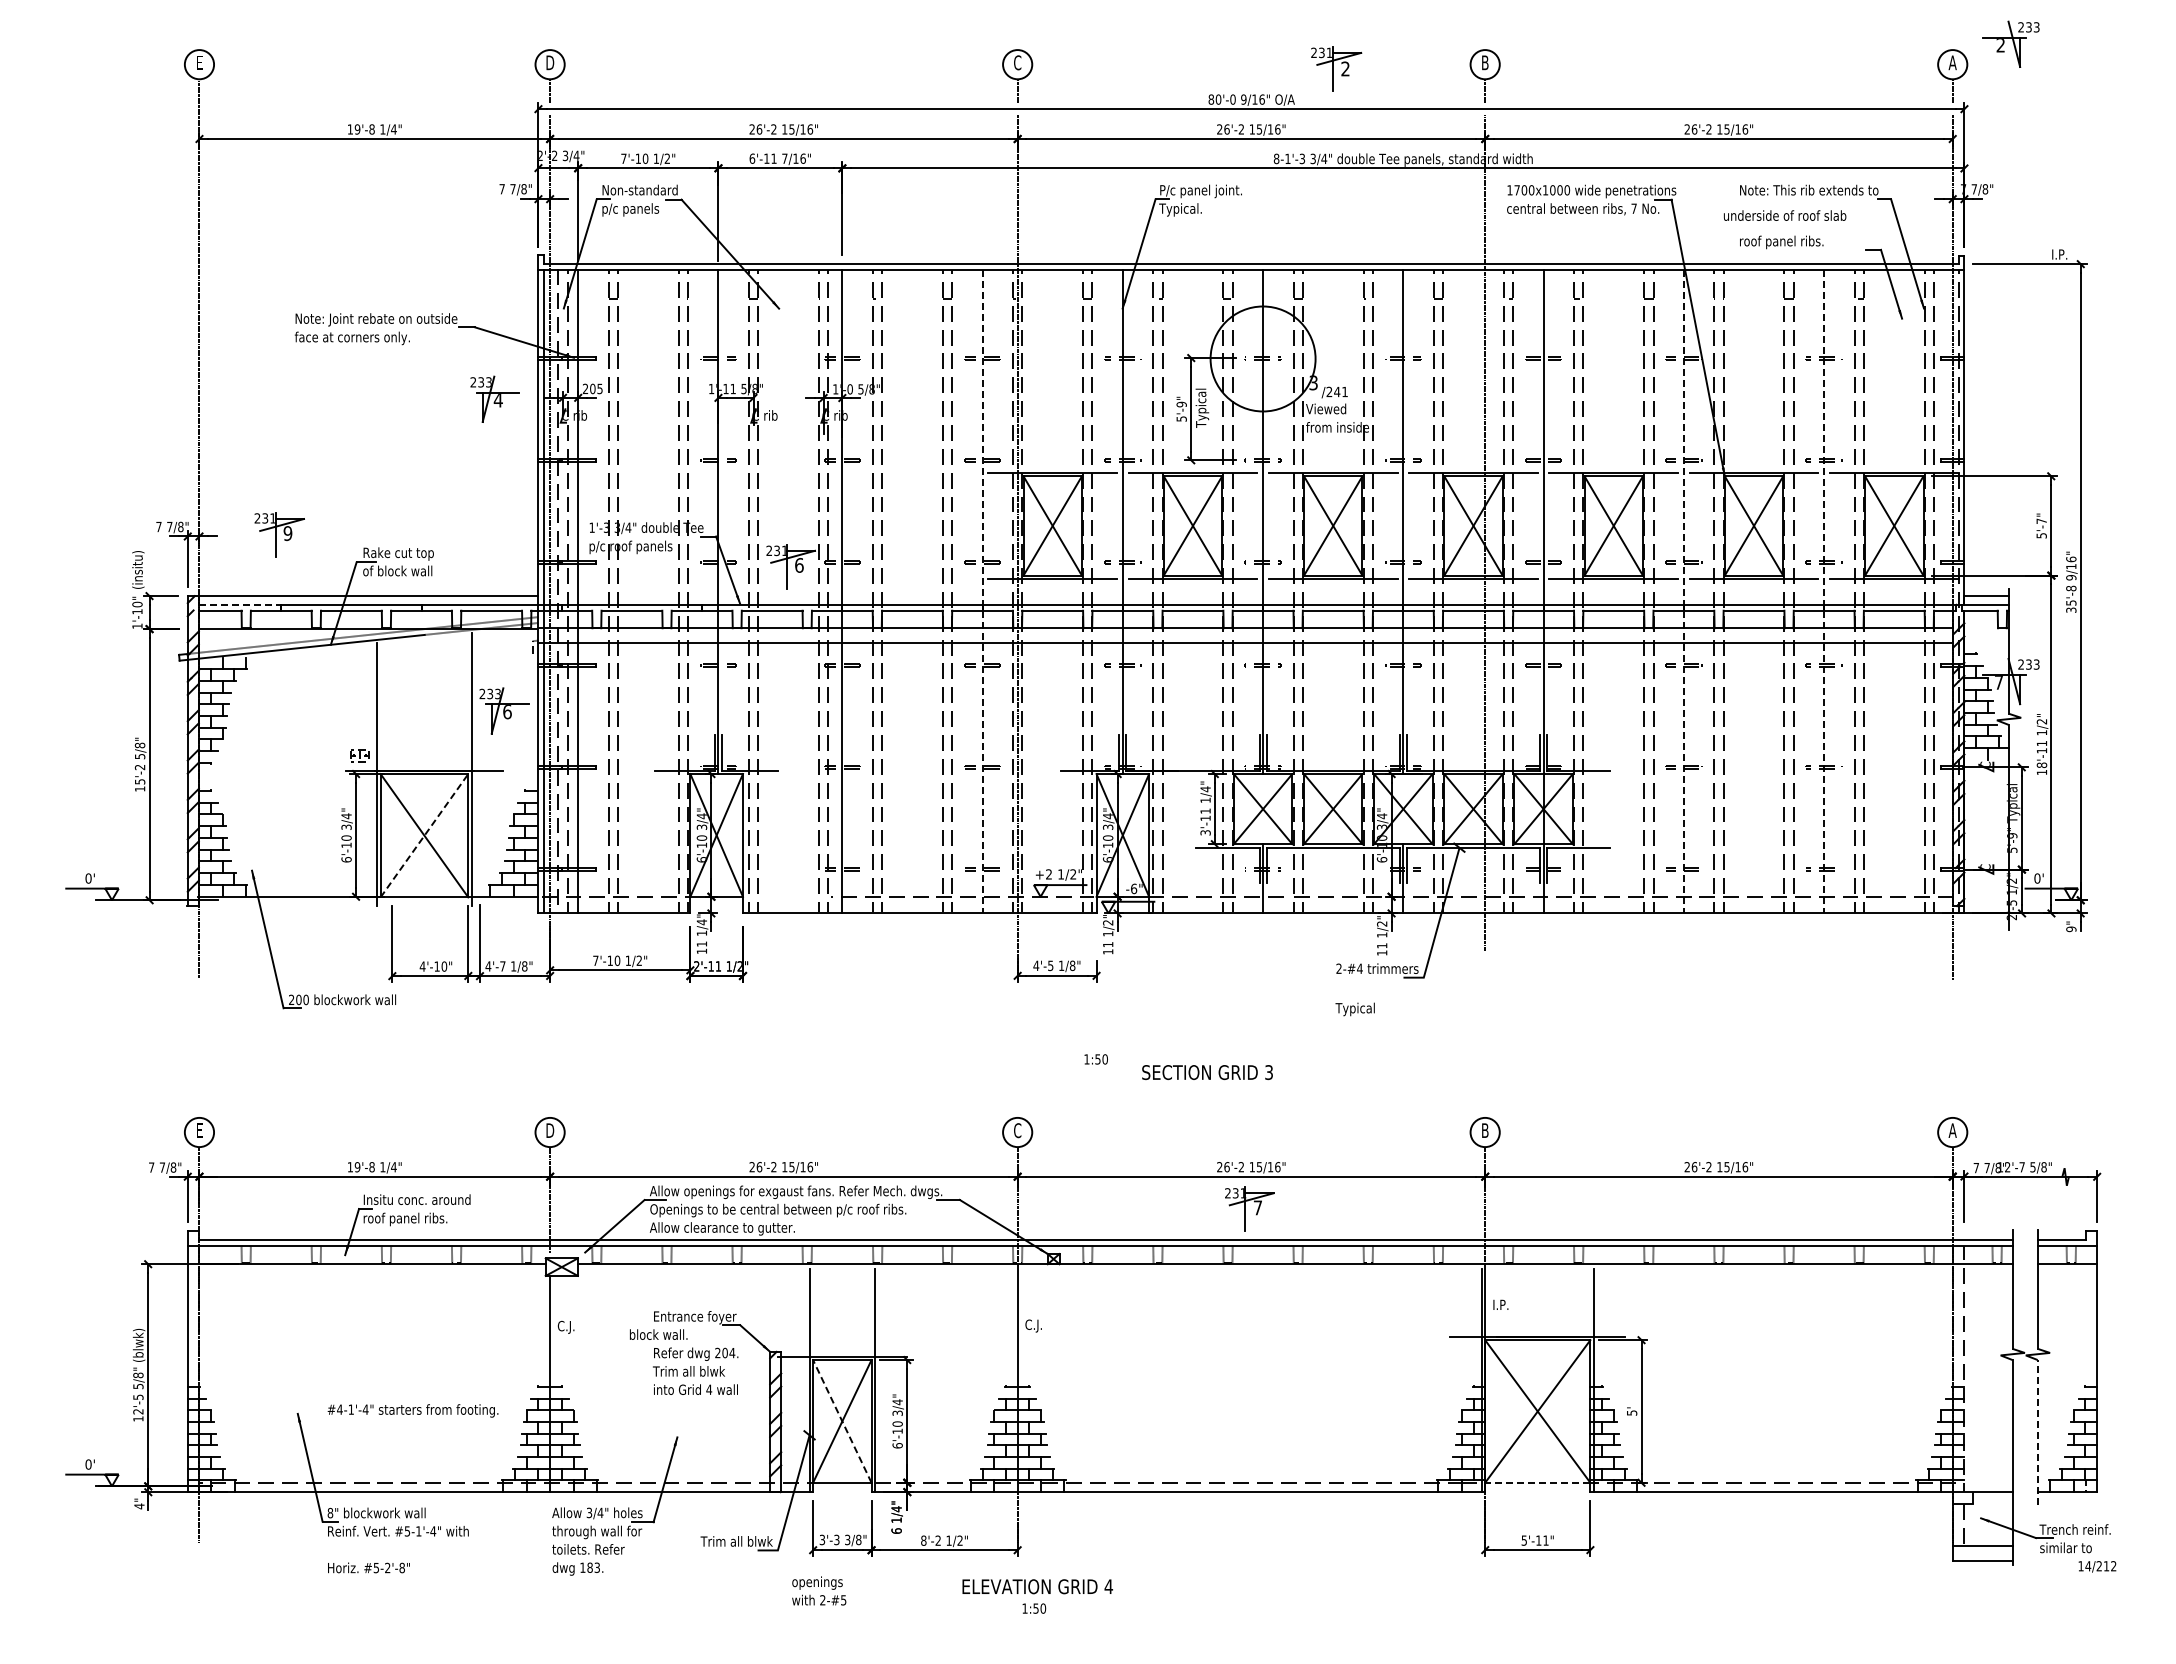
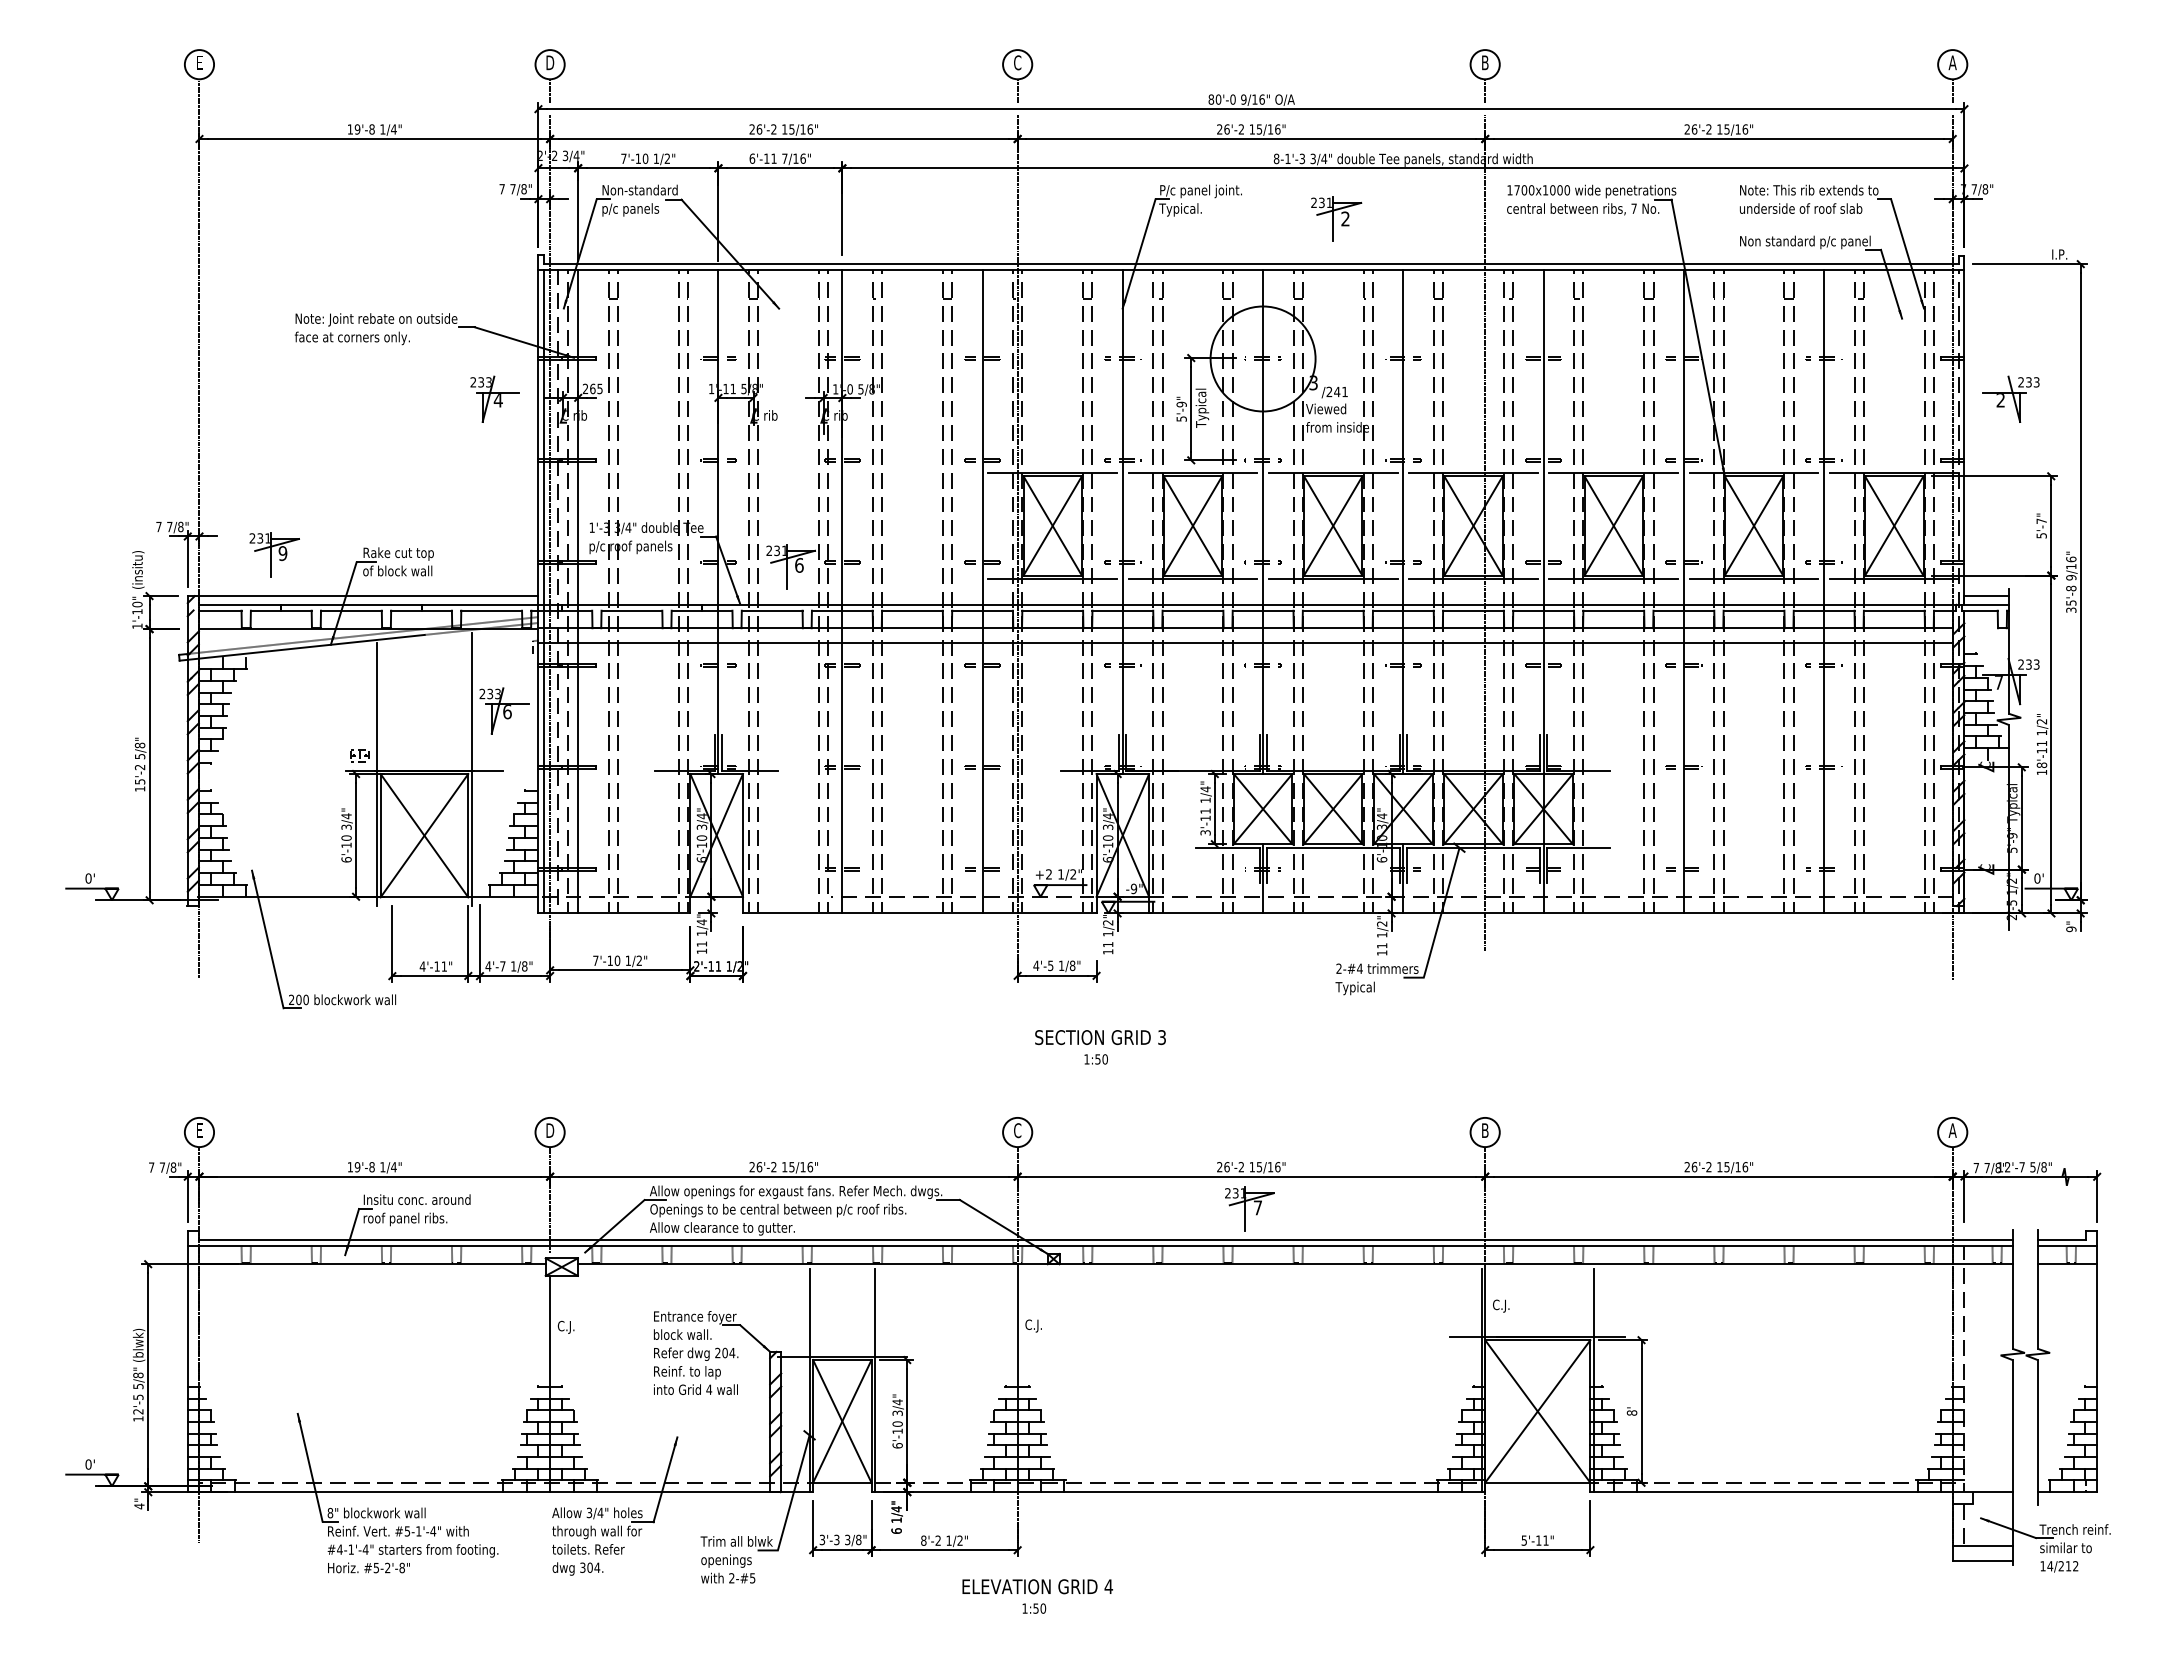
part at (2010, 43) position: (2010, 43) -> (2010, 398)
part at (1336, 68) position: (1336, 68) -> (1336, 218)
text at (1785, 215) position: (1785, 215) -> (1801, 208)
text at (1805, 242): roof panel ribs. -> Non standard p/c panel
text at (592, 388): 205 -> 265
part at (279, 534) position: (279, 534) -> (274, 554)
line at (982, 591): dashed -> solid
line at (1683, 591): dashed -> solid
line at (1824, 591): dashed -> solid
line at (240, 604): dashed -> solid
line at (424, 835): dashed -> solid
text at (1133, 888): -6" -> -9"
text at (444, 966): 4'-10" -> 4'-11"
text at (1354, 1009) position: (1354, 1009) -> (1354, 988)
text at (1207, 1072) position: (1207, 1072) -> (1100, 1037)
text at (1501, 1305): I.P. -> C.J.
text at (658, 1334) position: (658, 1334) -> (682, 1334)
text at (688, 1372): Trim all blwk -> Reinf. to lap
text at (412, 1410) position: (412, 1410) -> (412, 1550)
text at (1631, 1412): 5' -> 8'
line at (842, 1421): dashed -> solid
line at (2037, 1432): dashed -> solid
line at (1537, 1482): dashed -> solid
text at (2097, 1566) position: (2097, 1566) -> (2059, 1566)
text at (590, 1567): 183. -> 304.
text at (819, 1590) position: (819, 1590) -> (728, 1568)
